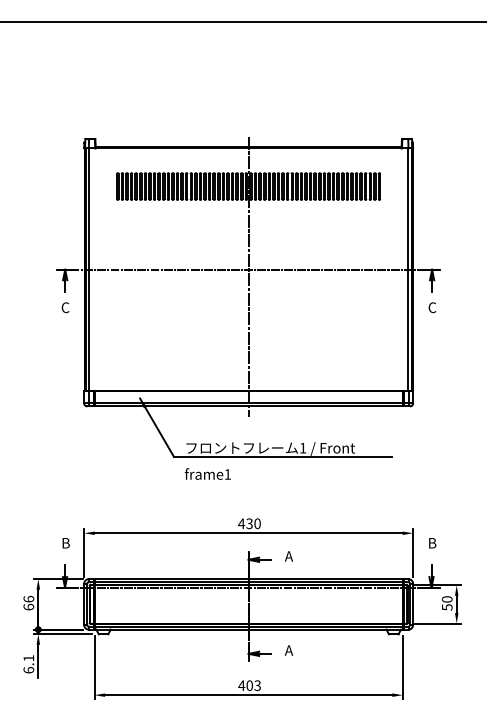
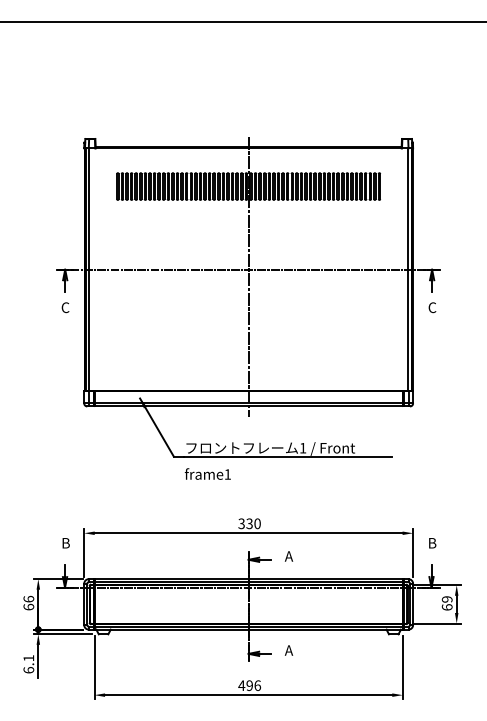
text at (241, 523): 430 -> 330
text at (446, 603): 50 -> 69
text at (253, 685): 403 -> 496
